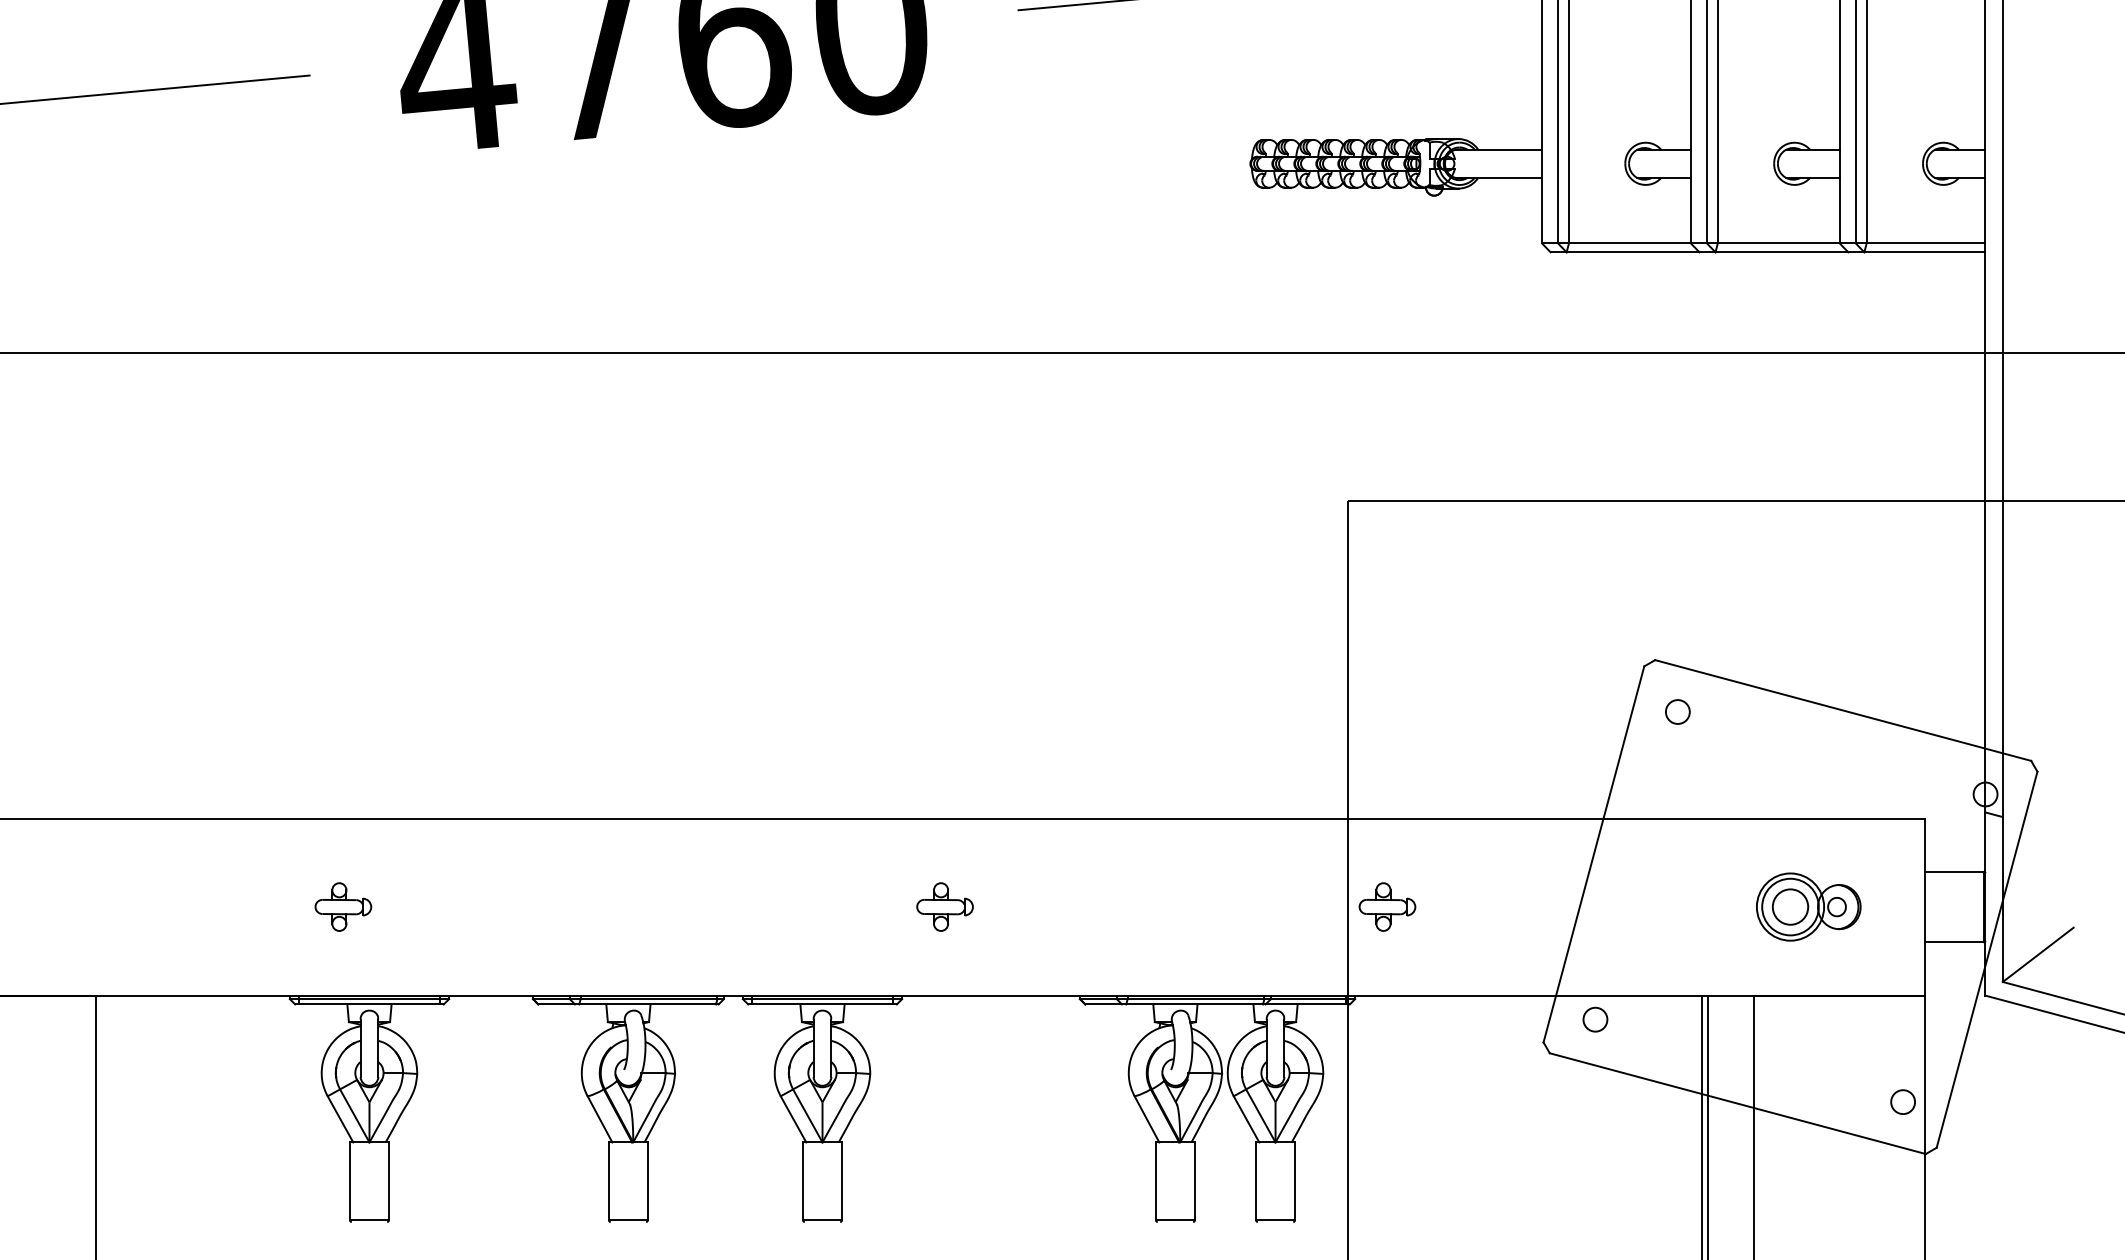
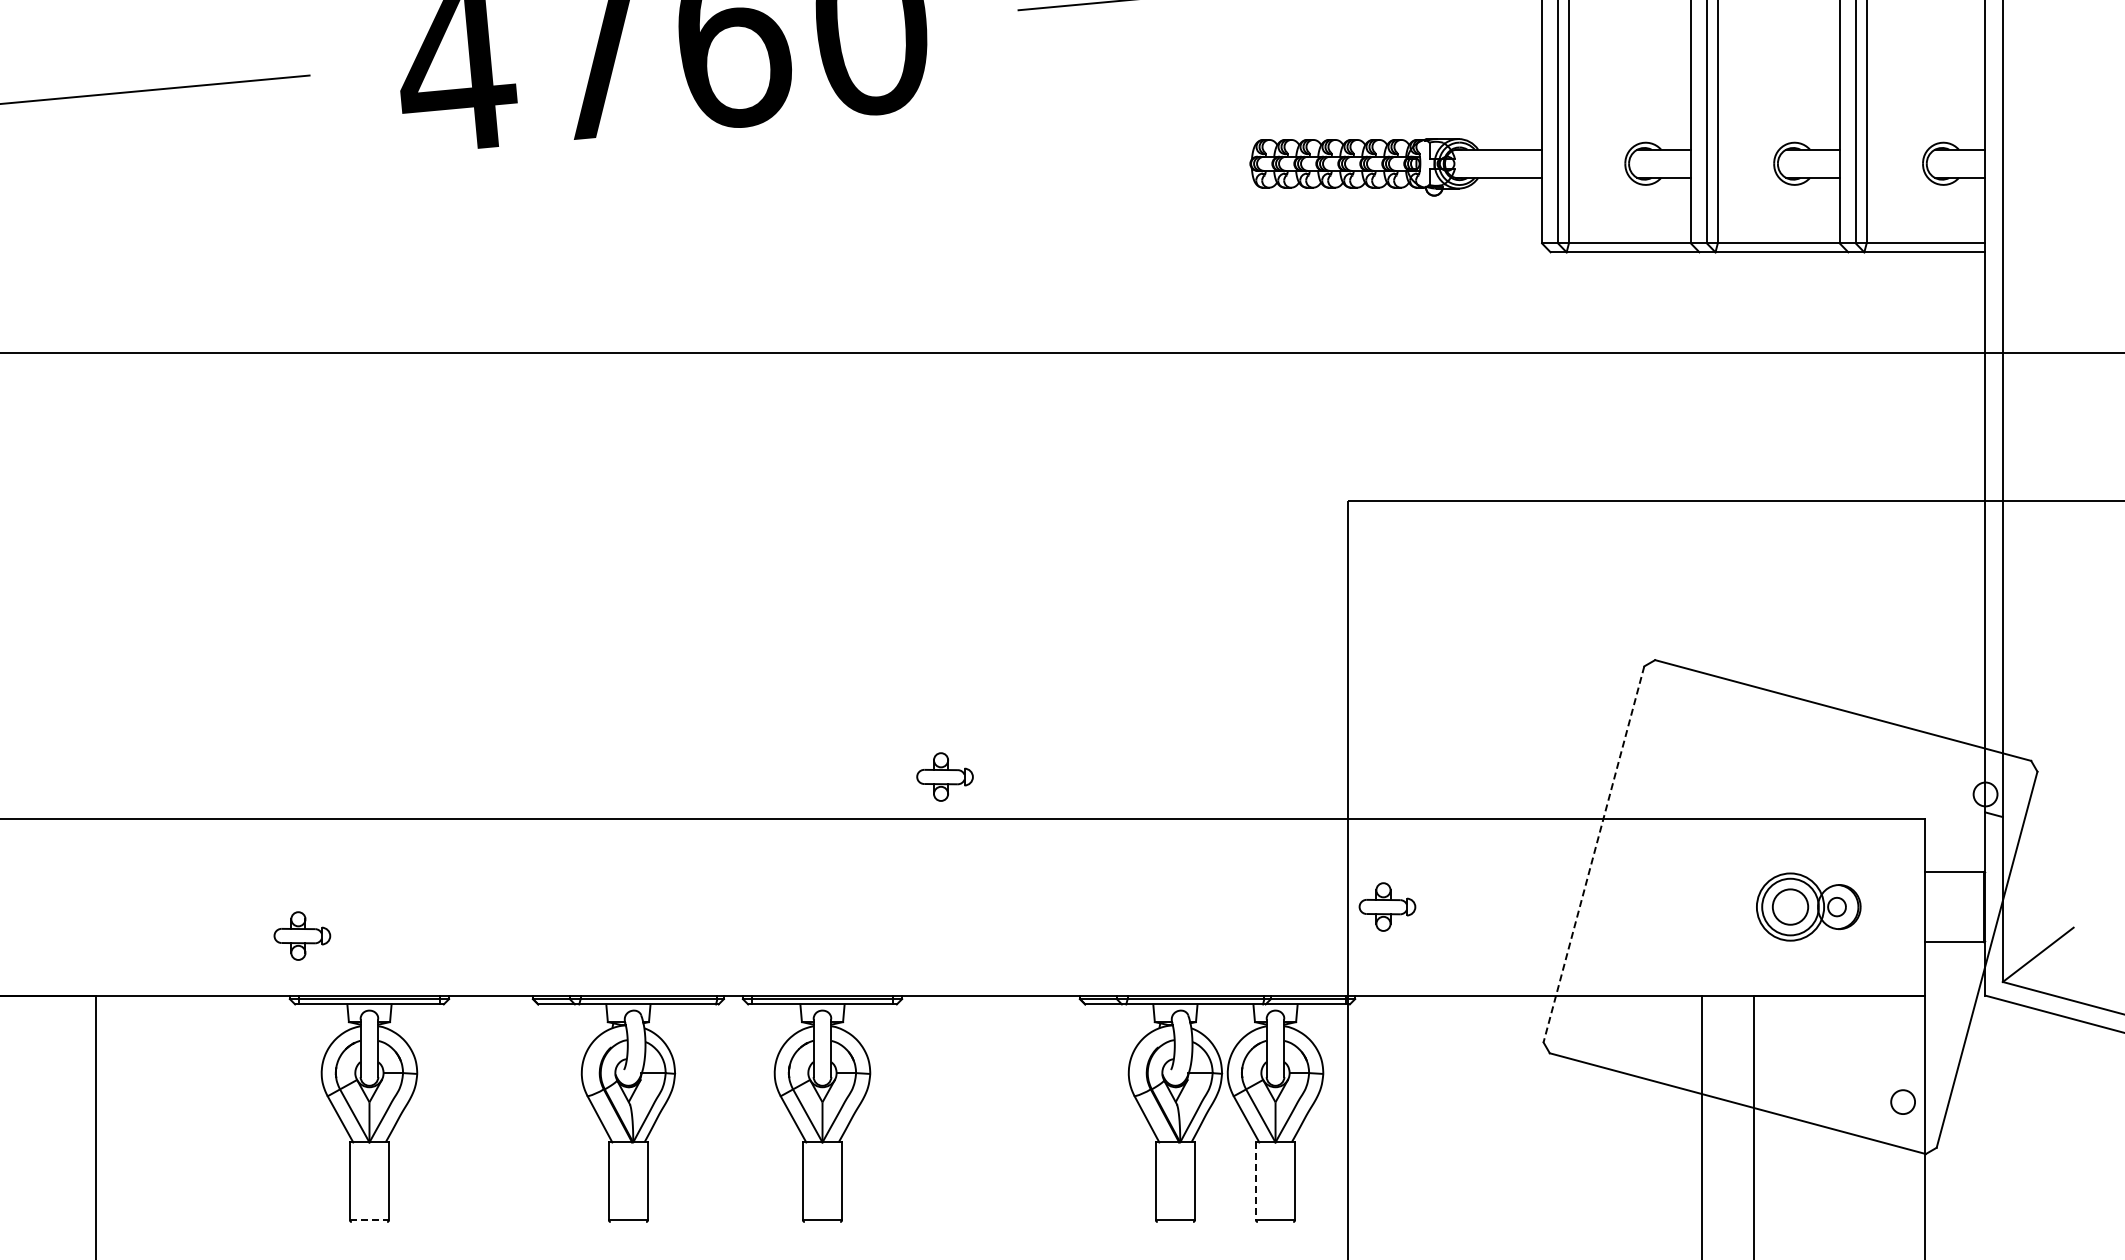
circle at (1677, 711): present -> none
line at (1593, 854): solid -> dashed
part at (343, 906) position: (343, 906) -> (302, 935)
part at (944, 906) position: (944, 906) -> (944, 776)
circle at (1595, 1019): present -> none
line at (1708, 1125): present -> none
line at (1256, 1181): solid -> dashed
line at (369, 1220): solid -> dashed
